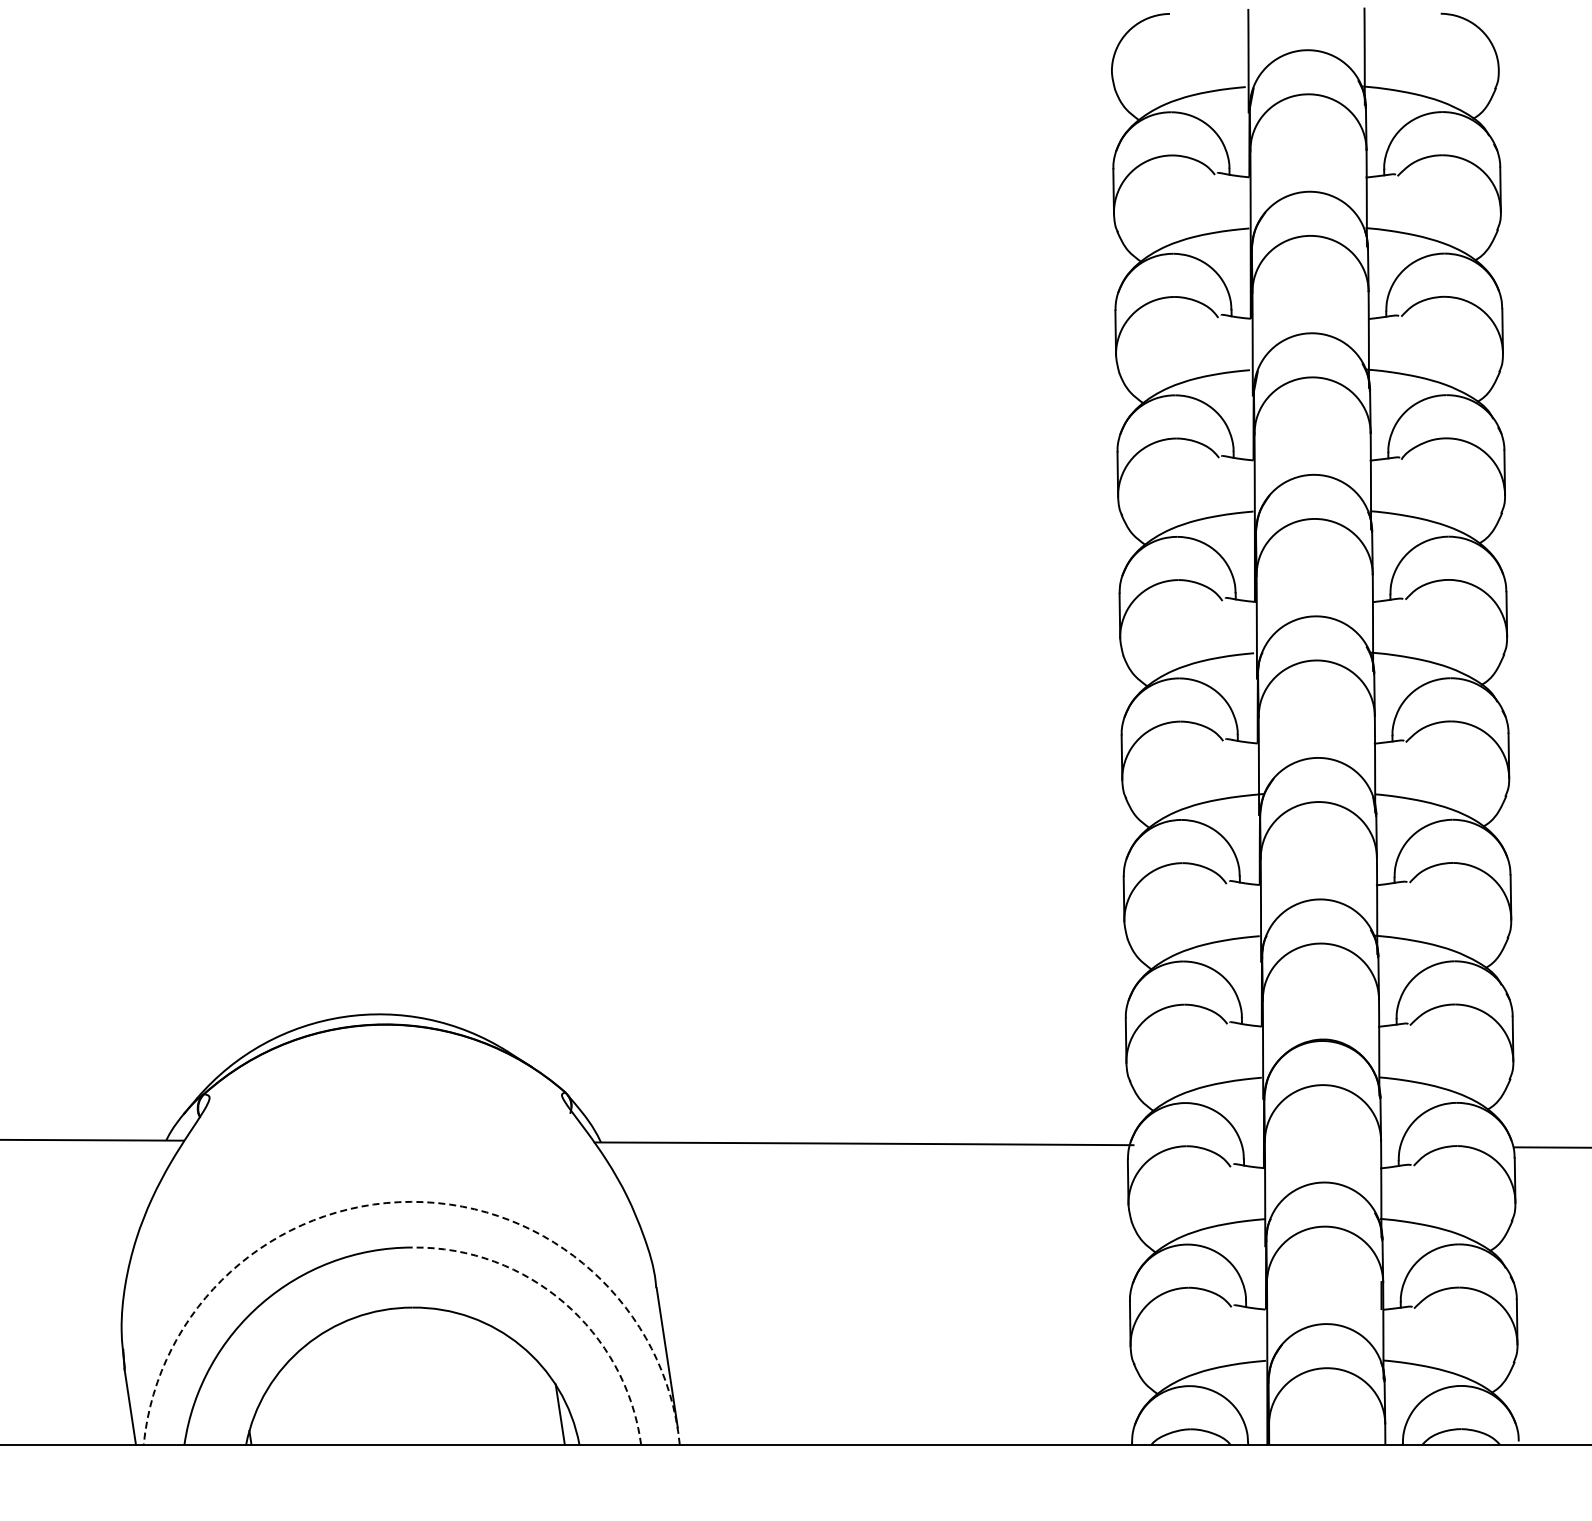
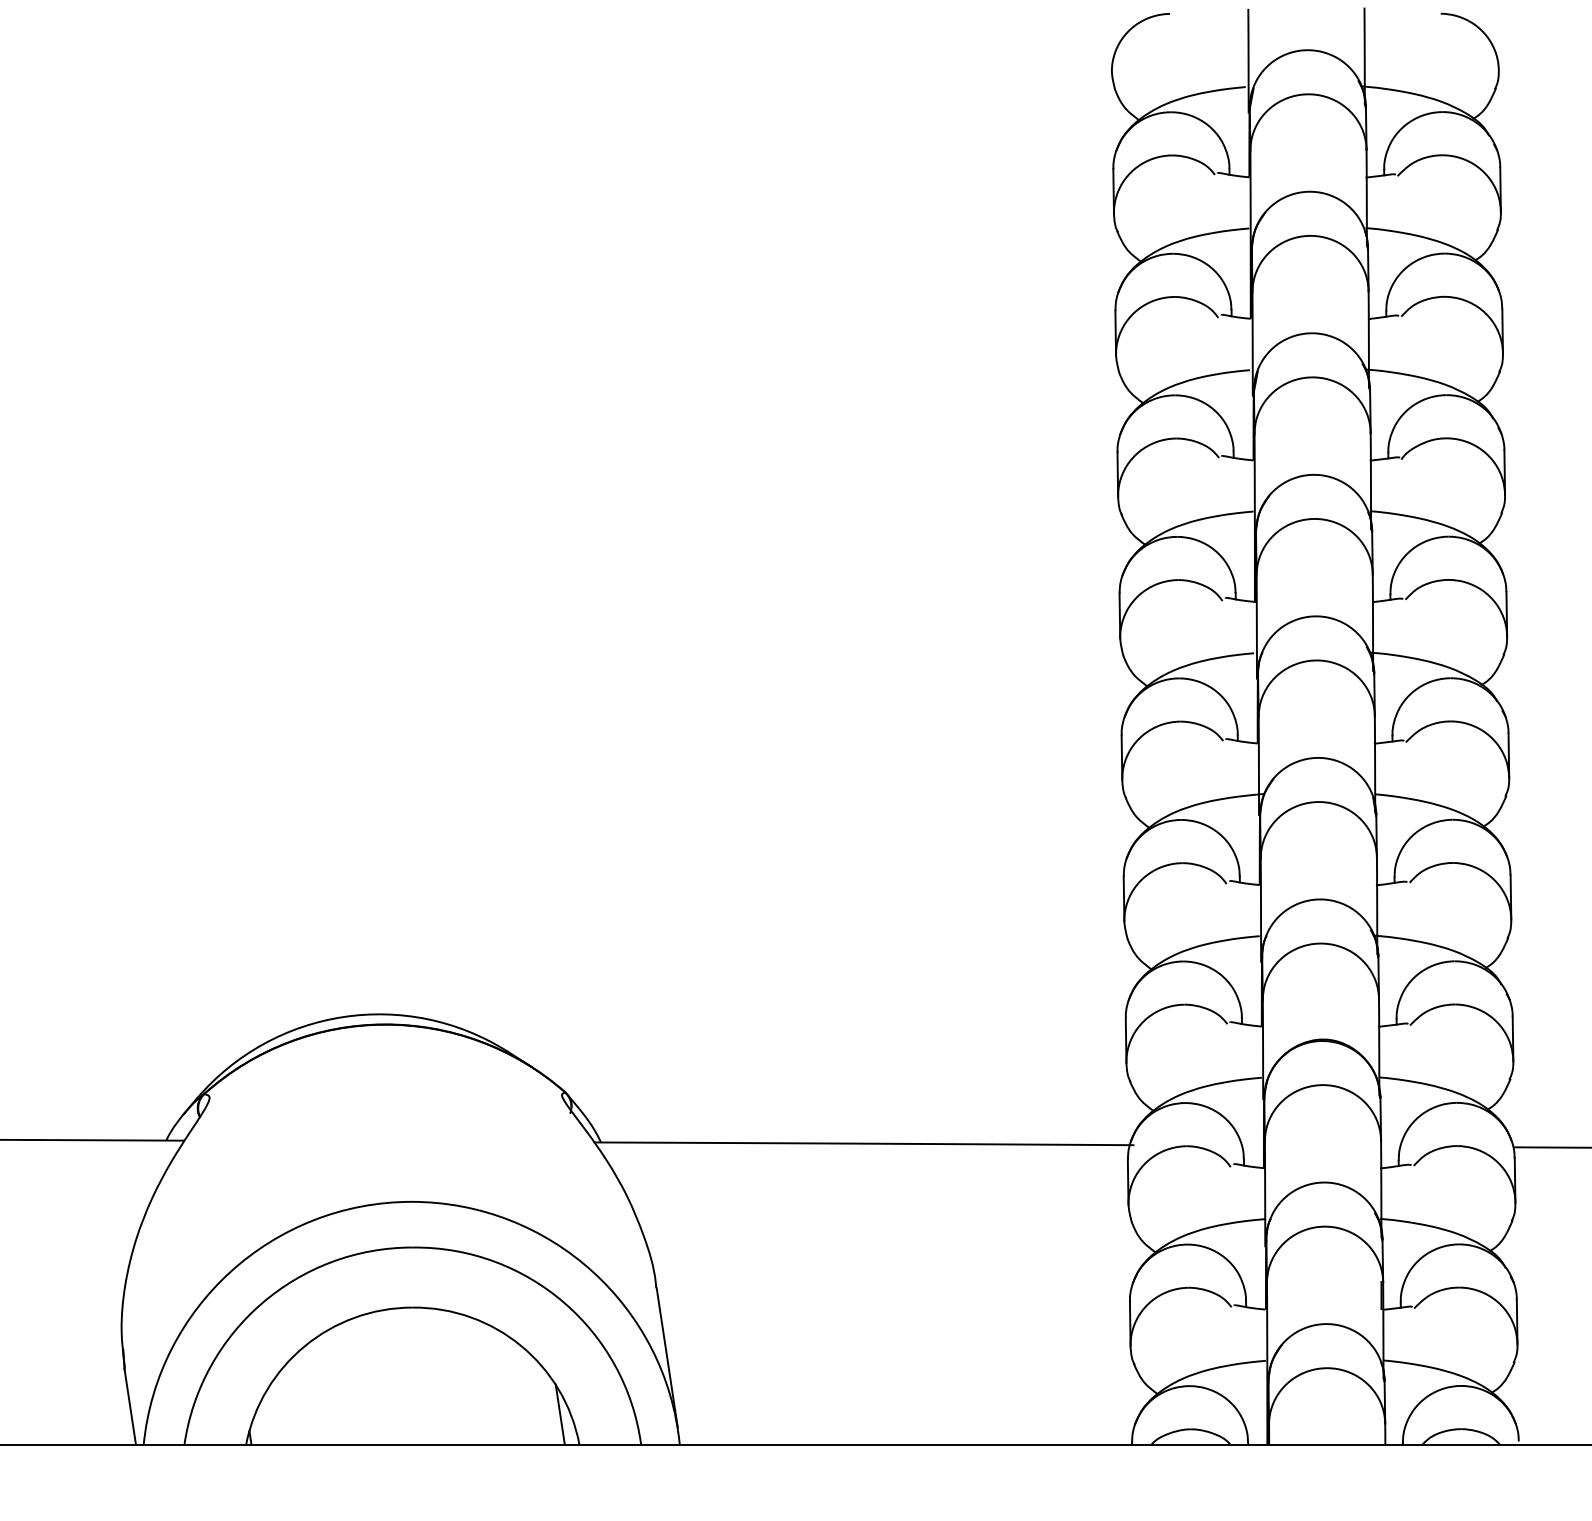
arc at (411, 1201): dashed -> solid
arc at (564, 1302): dashed -> solid
